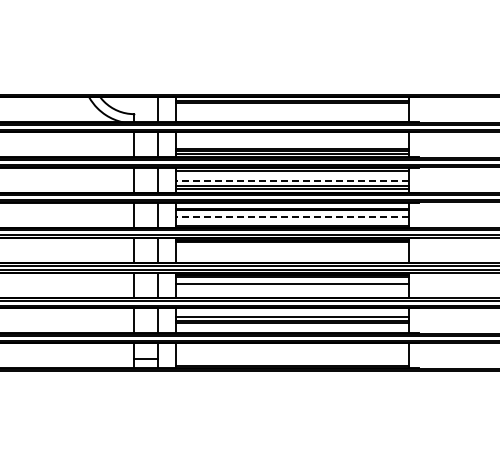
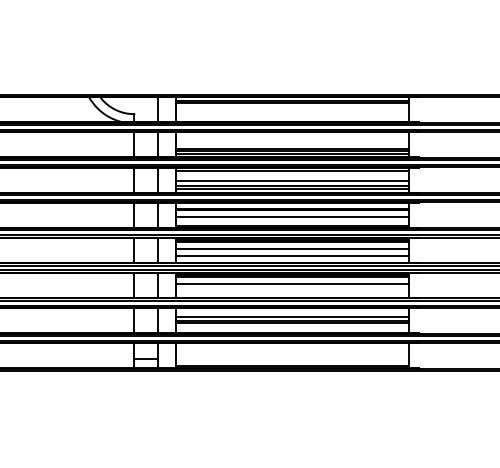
line at (292, 180): dashed -> solid
line at (292, 216): dashed -> solid
line at (292, 248): none -> present
line at (292, 256): none -> present
